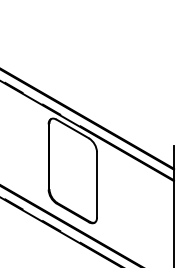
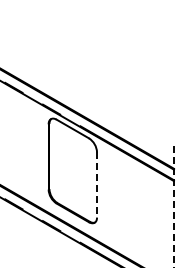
line at (97, 184): solid -> dashed
line at (173, 207): solid -> dashed
